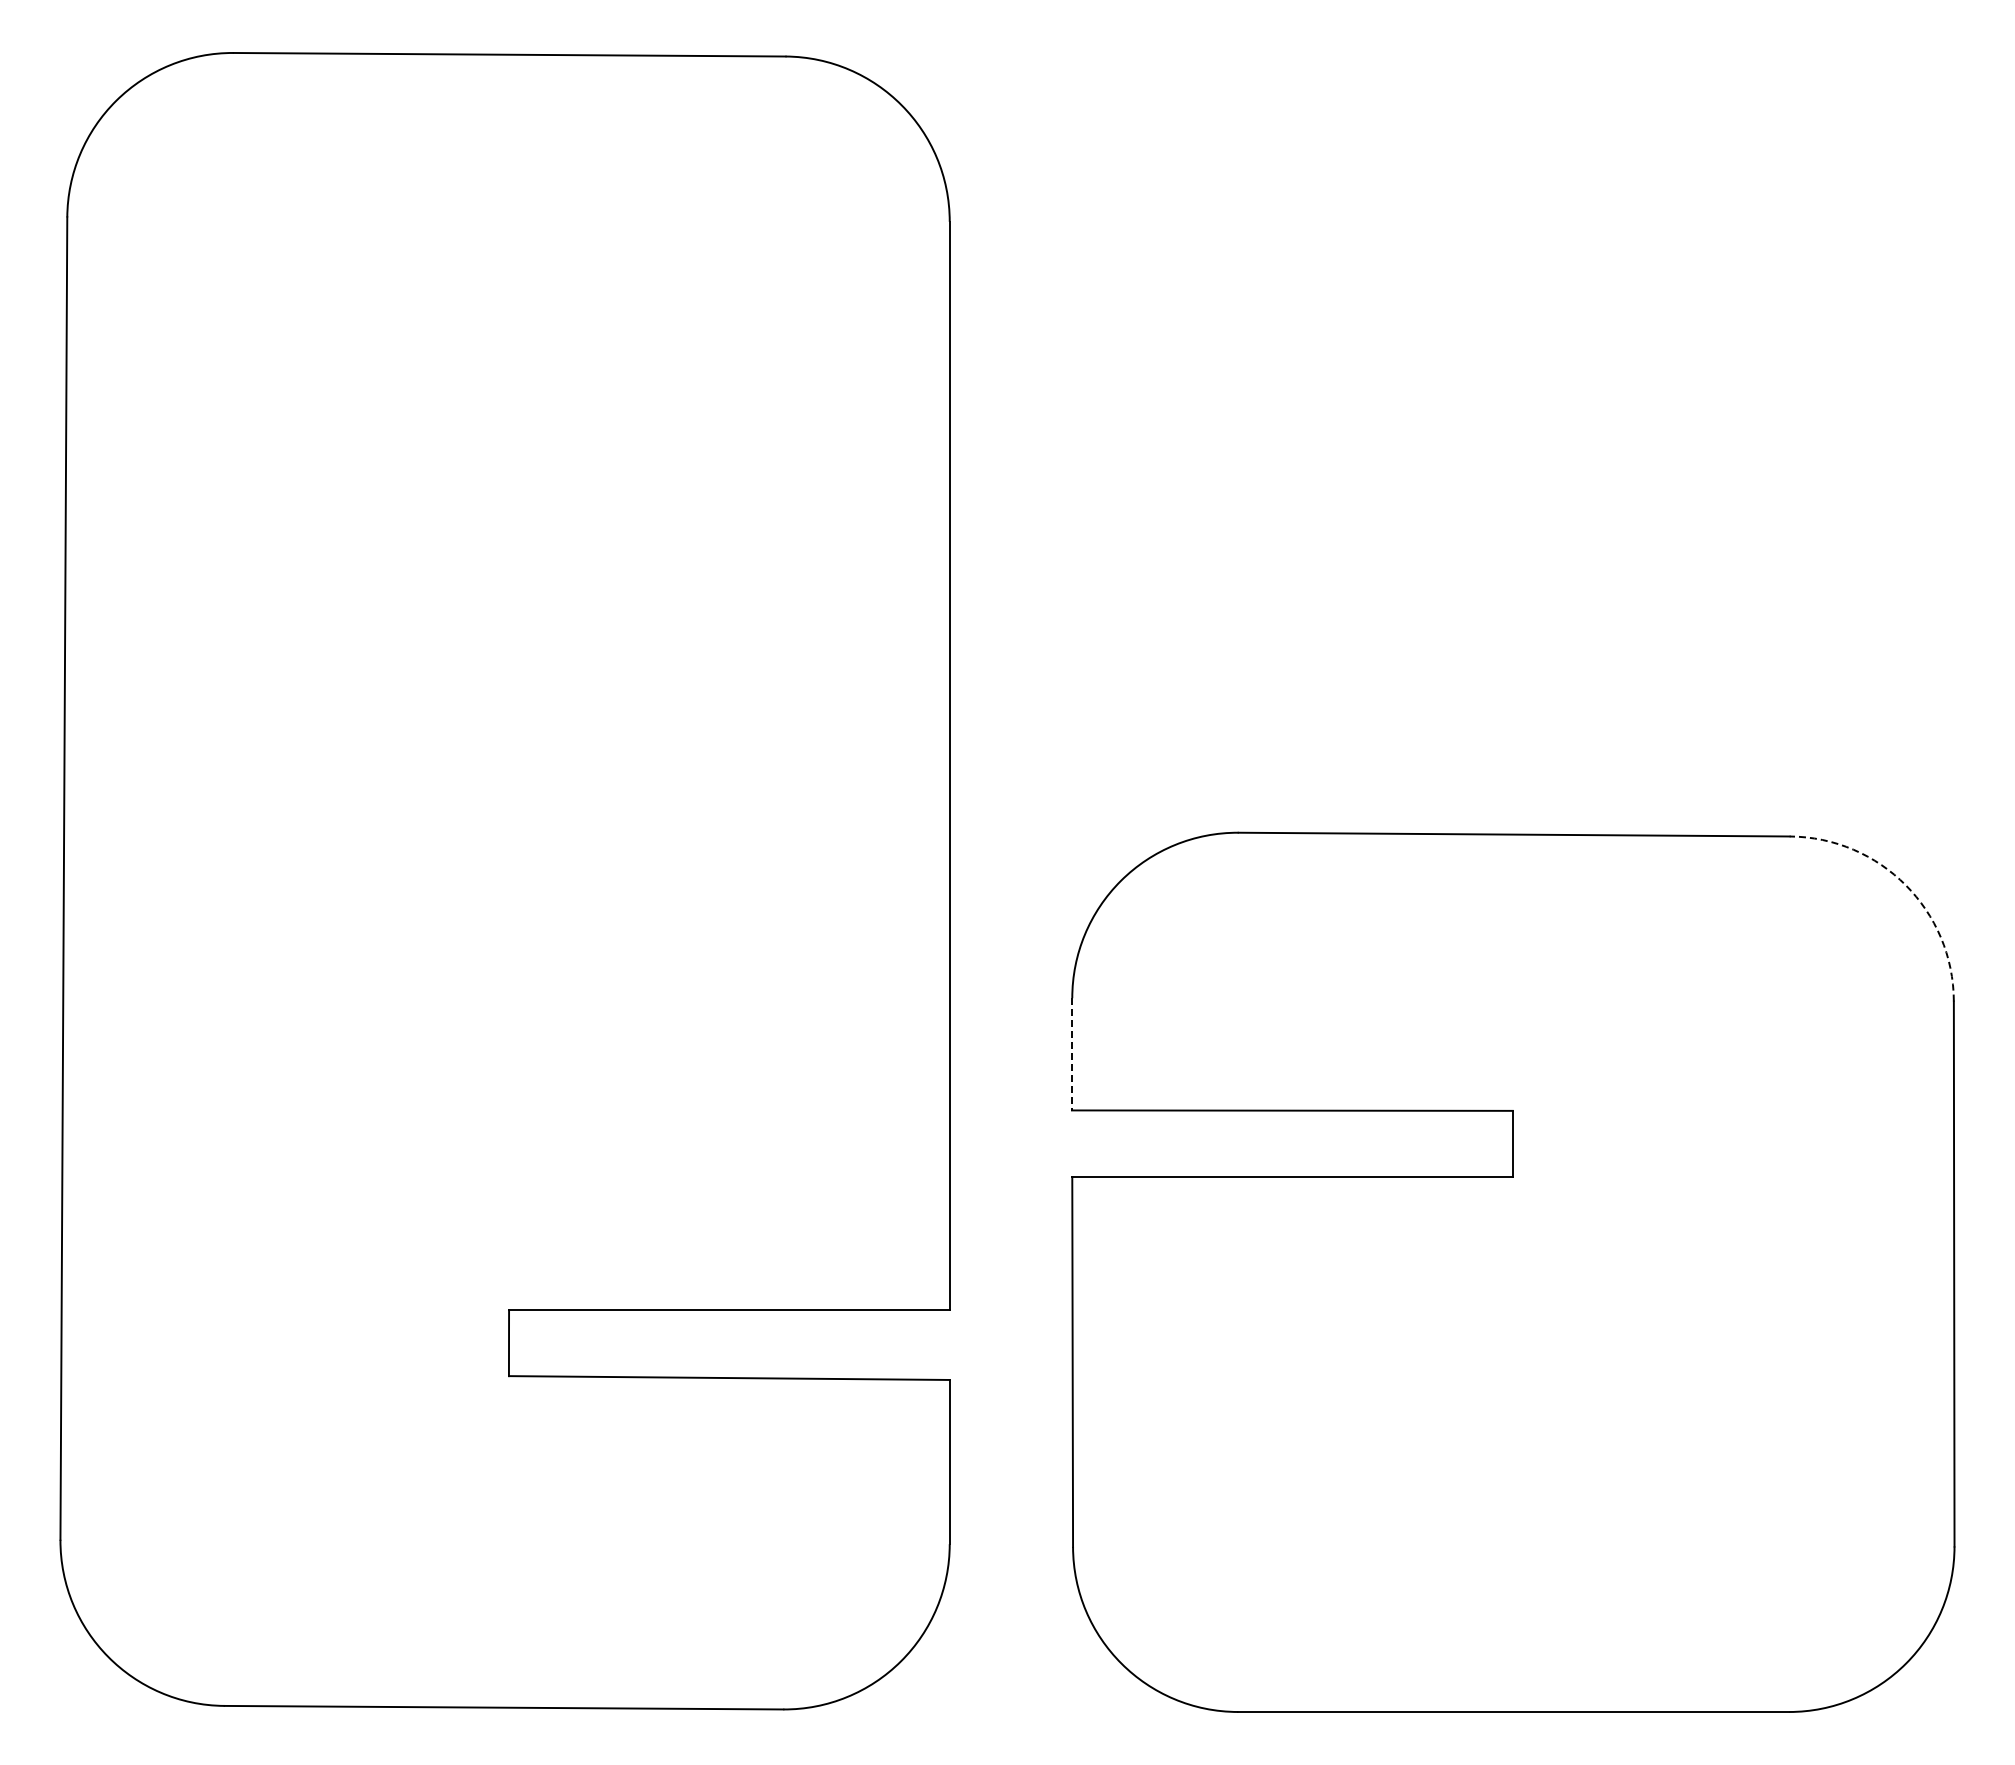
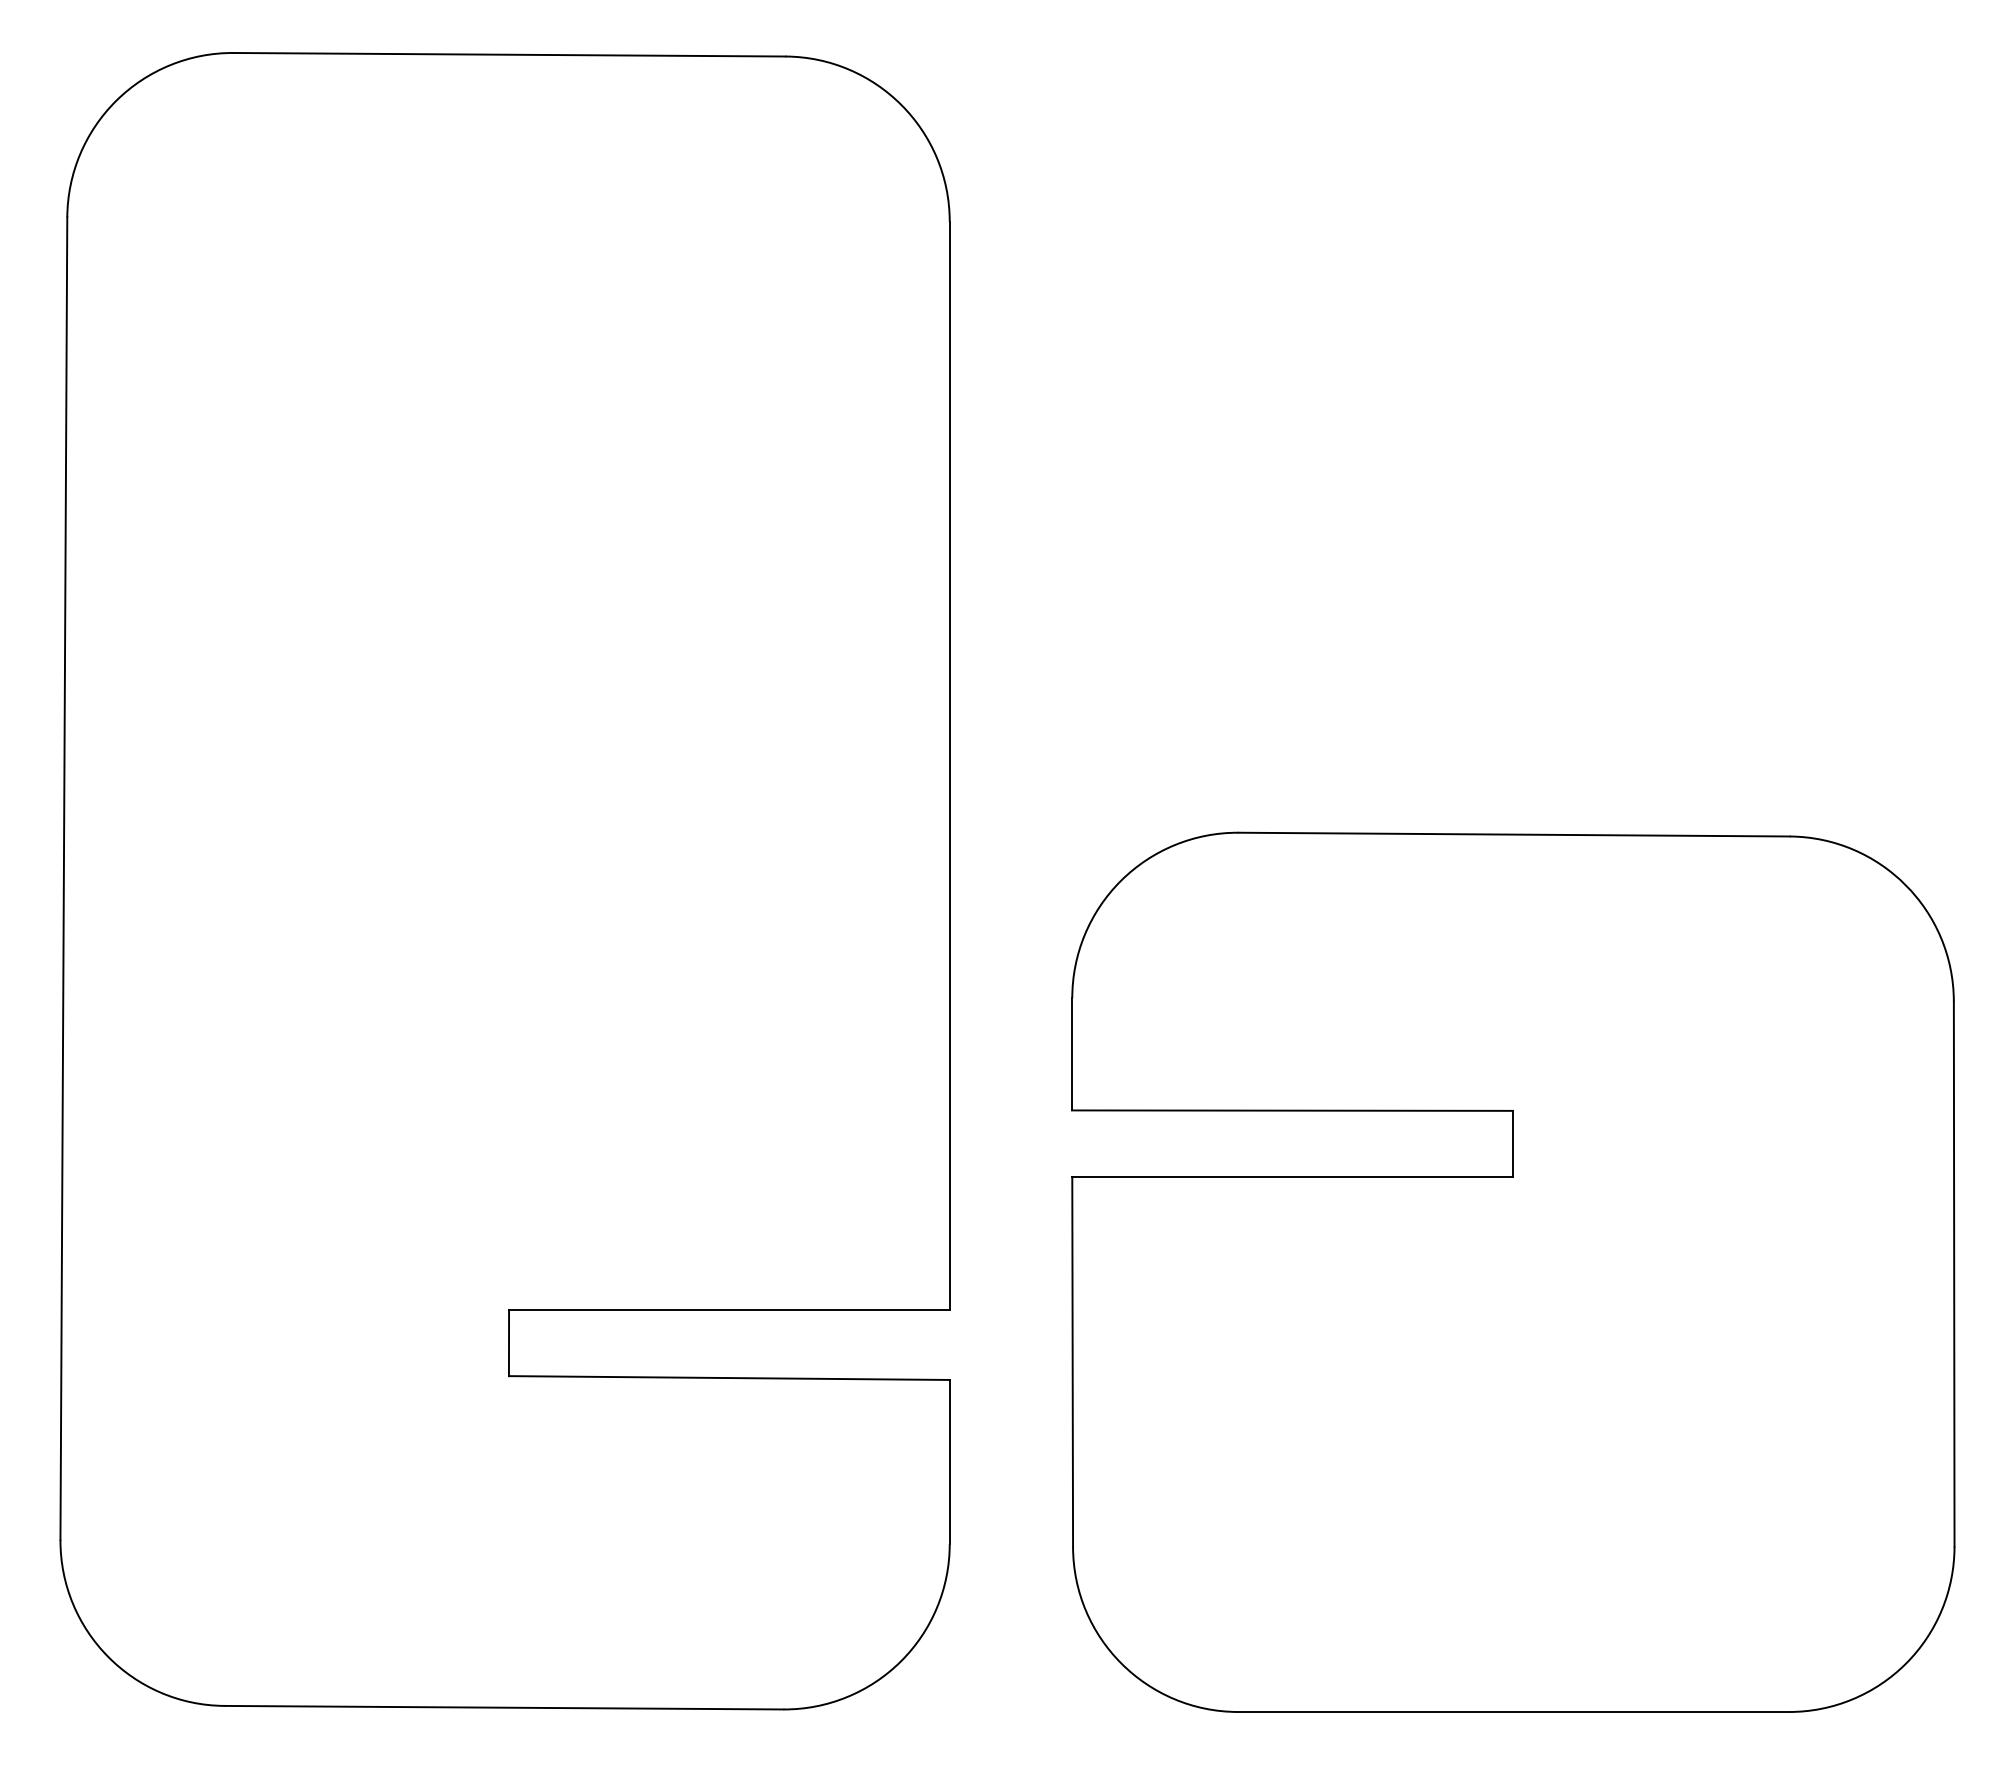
arc at (1905, 885): dashed -> solid
line at (1072, 1054): dashed -> solid
